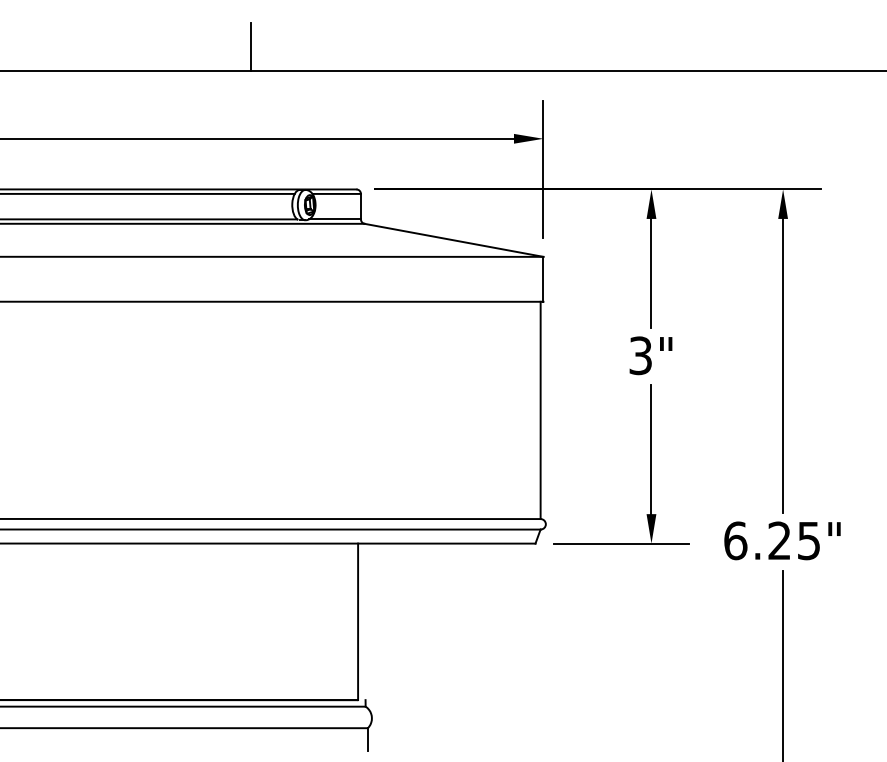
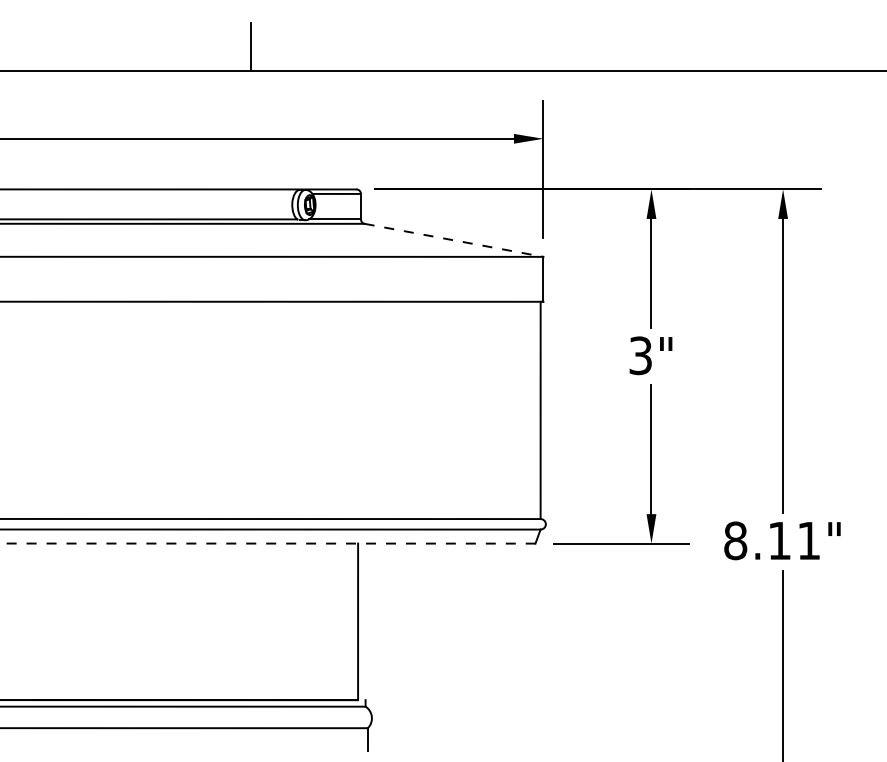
line at (148, 193): present -> none
line at (454, 240): solid -> dashed
text at (771, 540): 6.25" -> 8.11"
line at (268, 543): solid -> dashed
